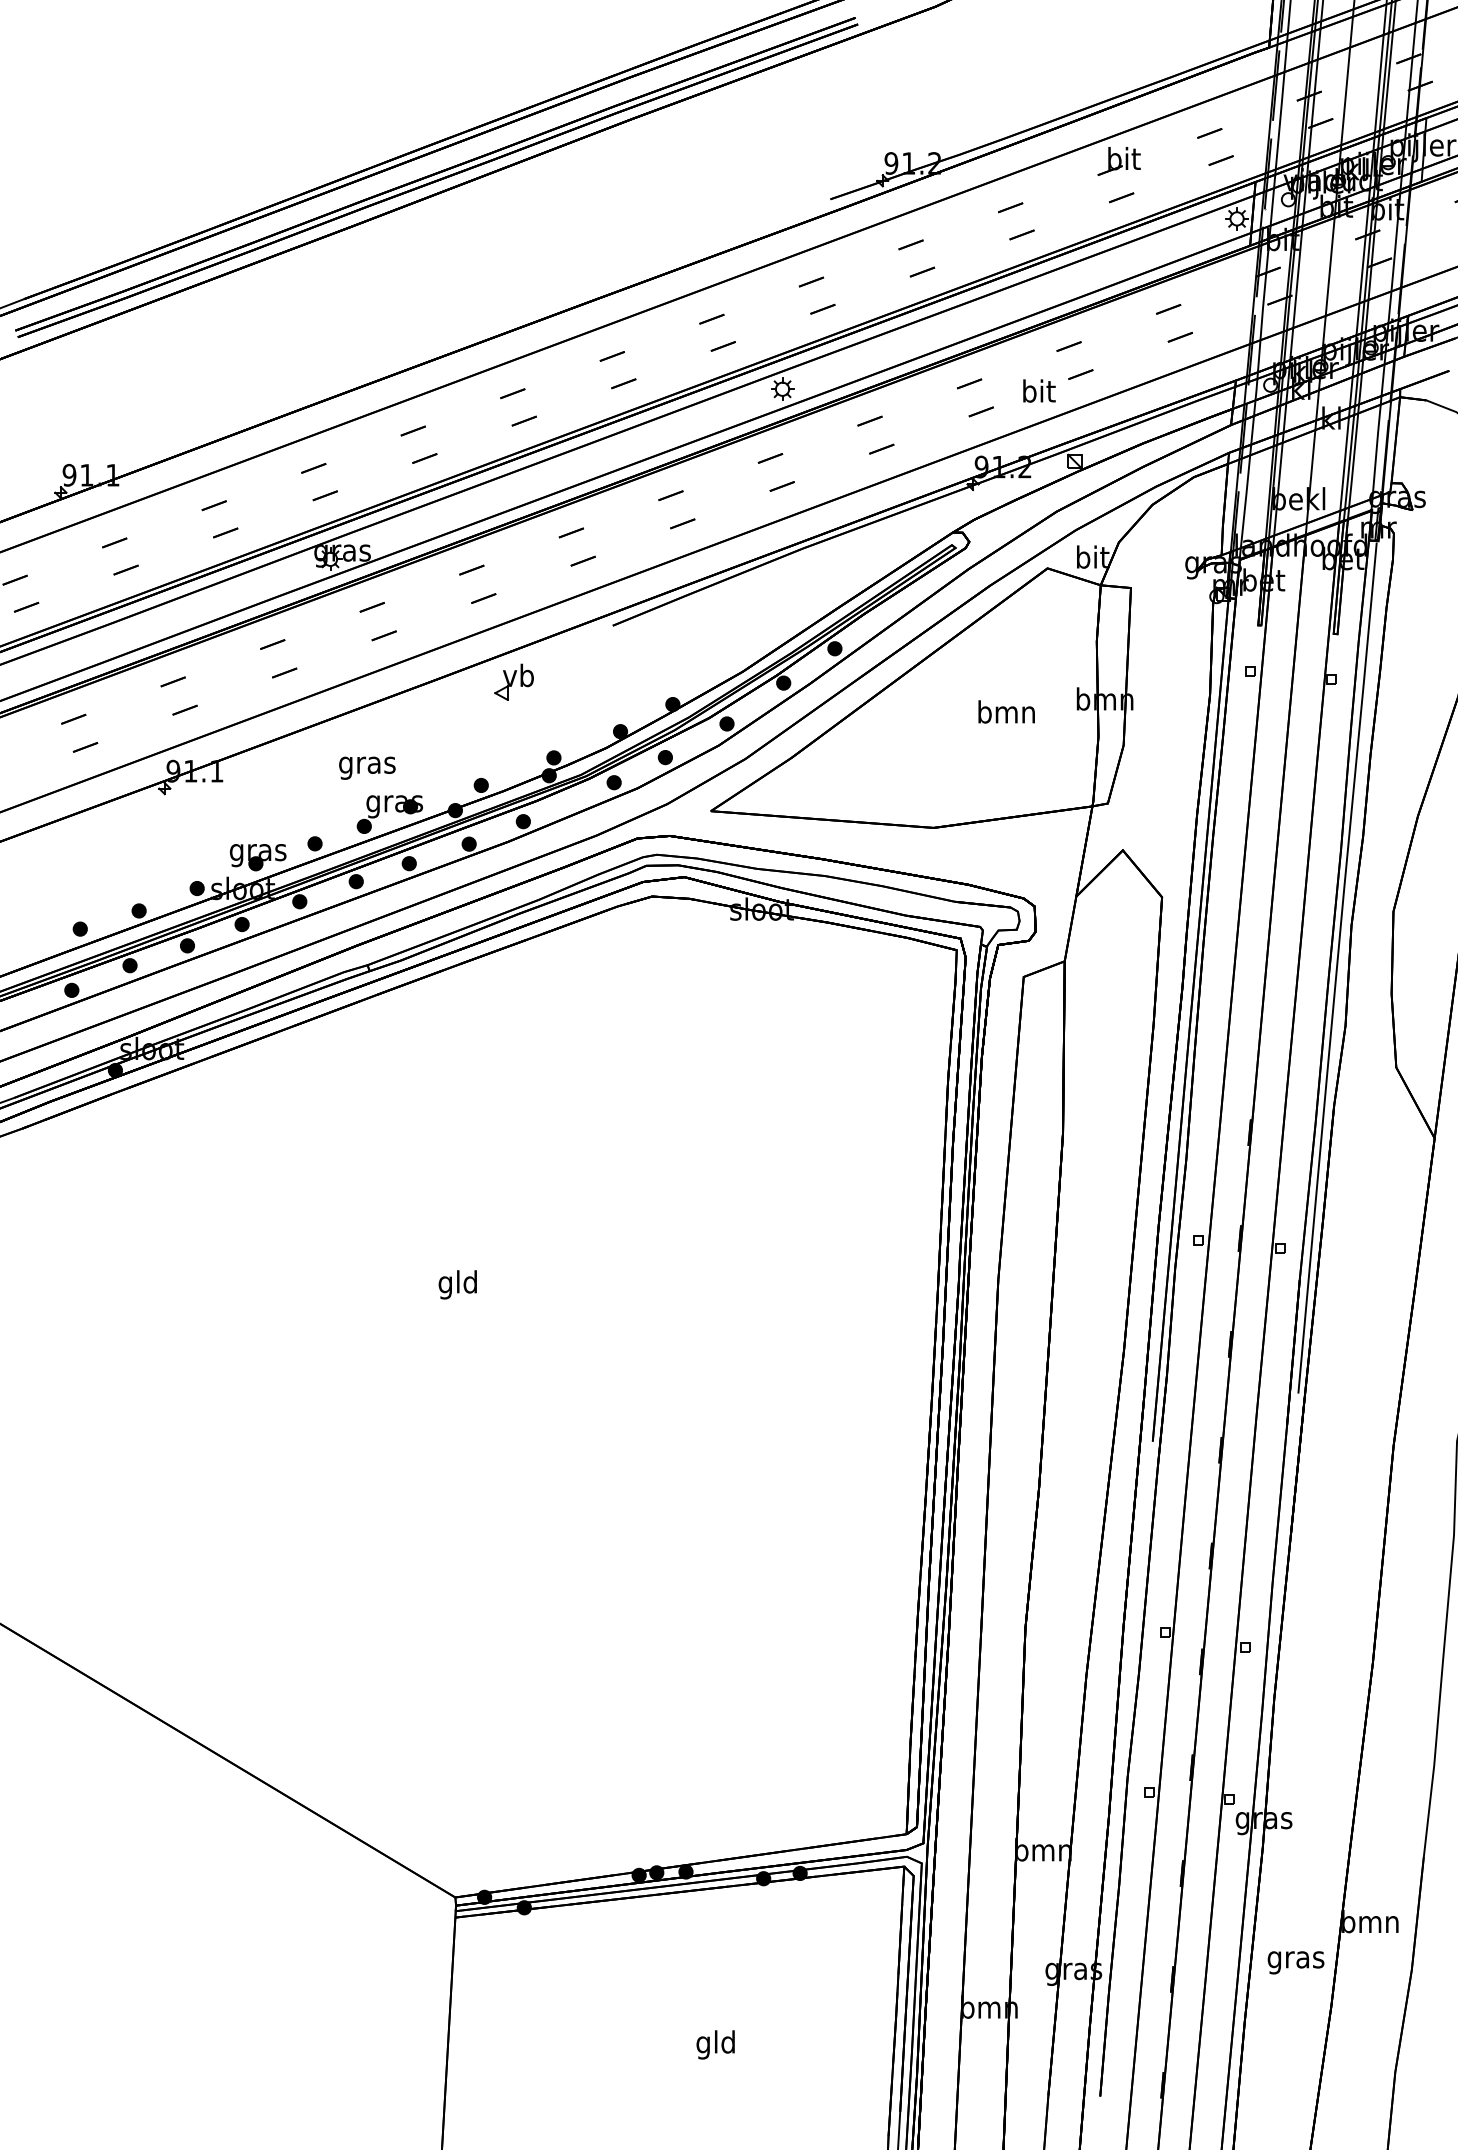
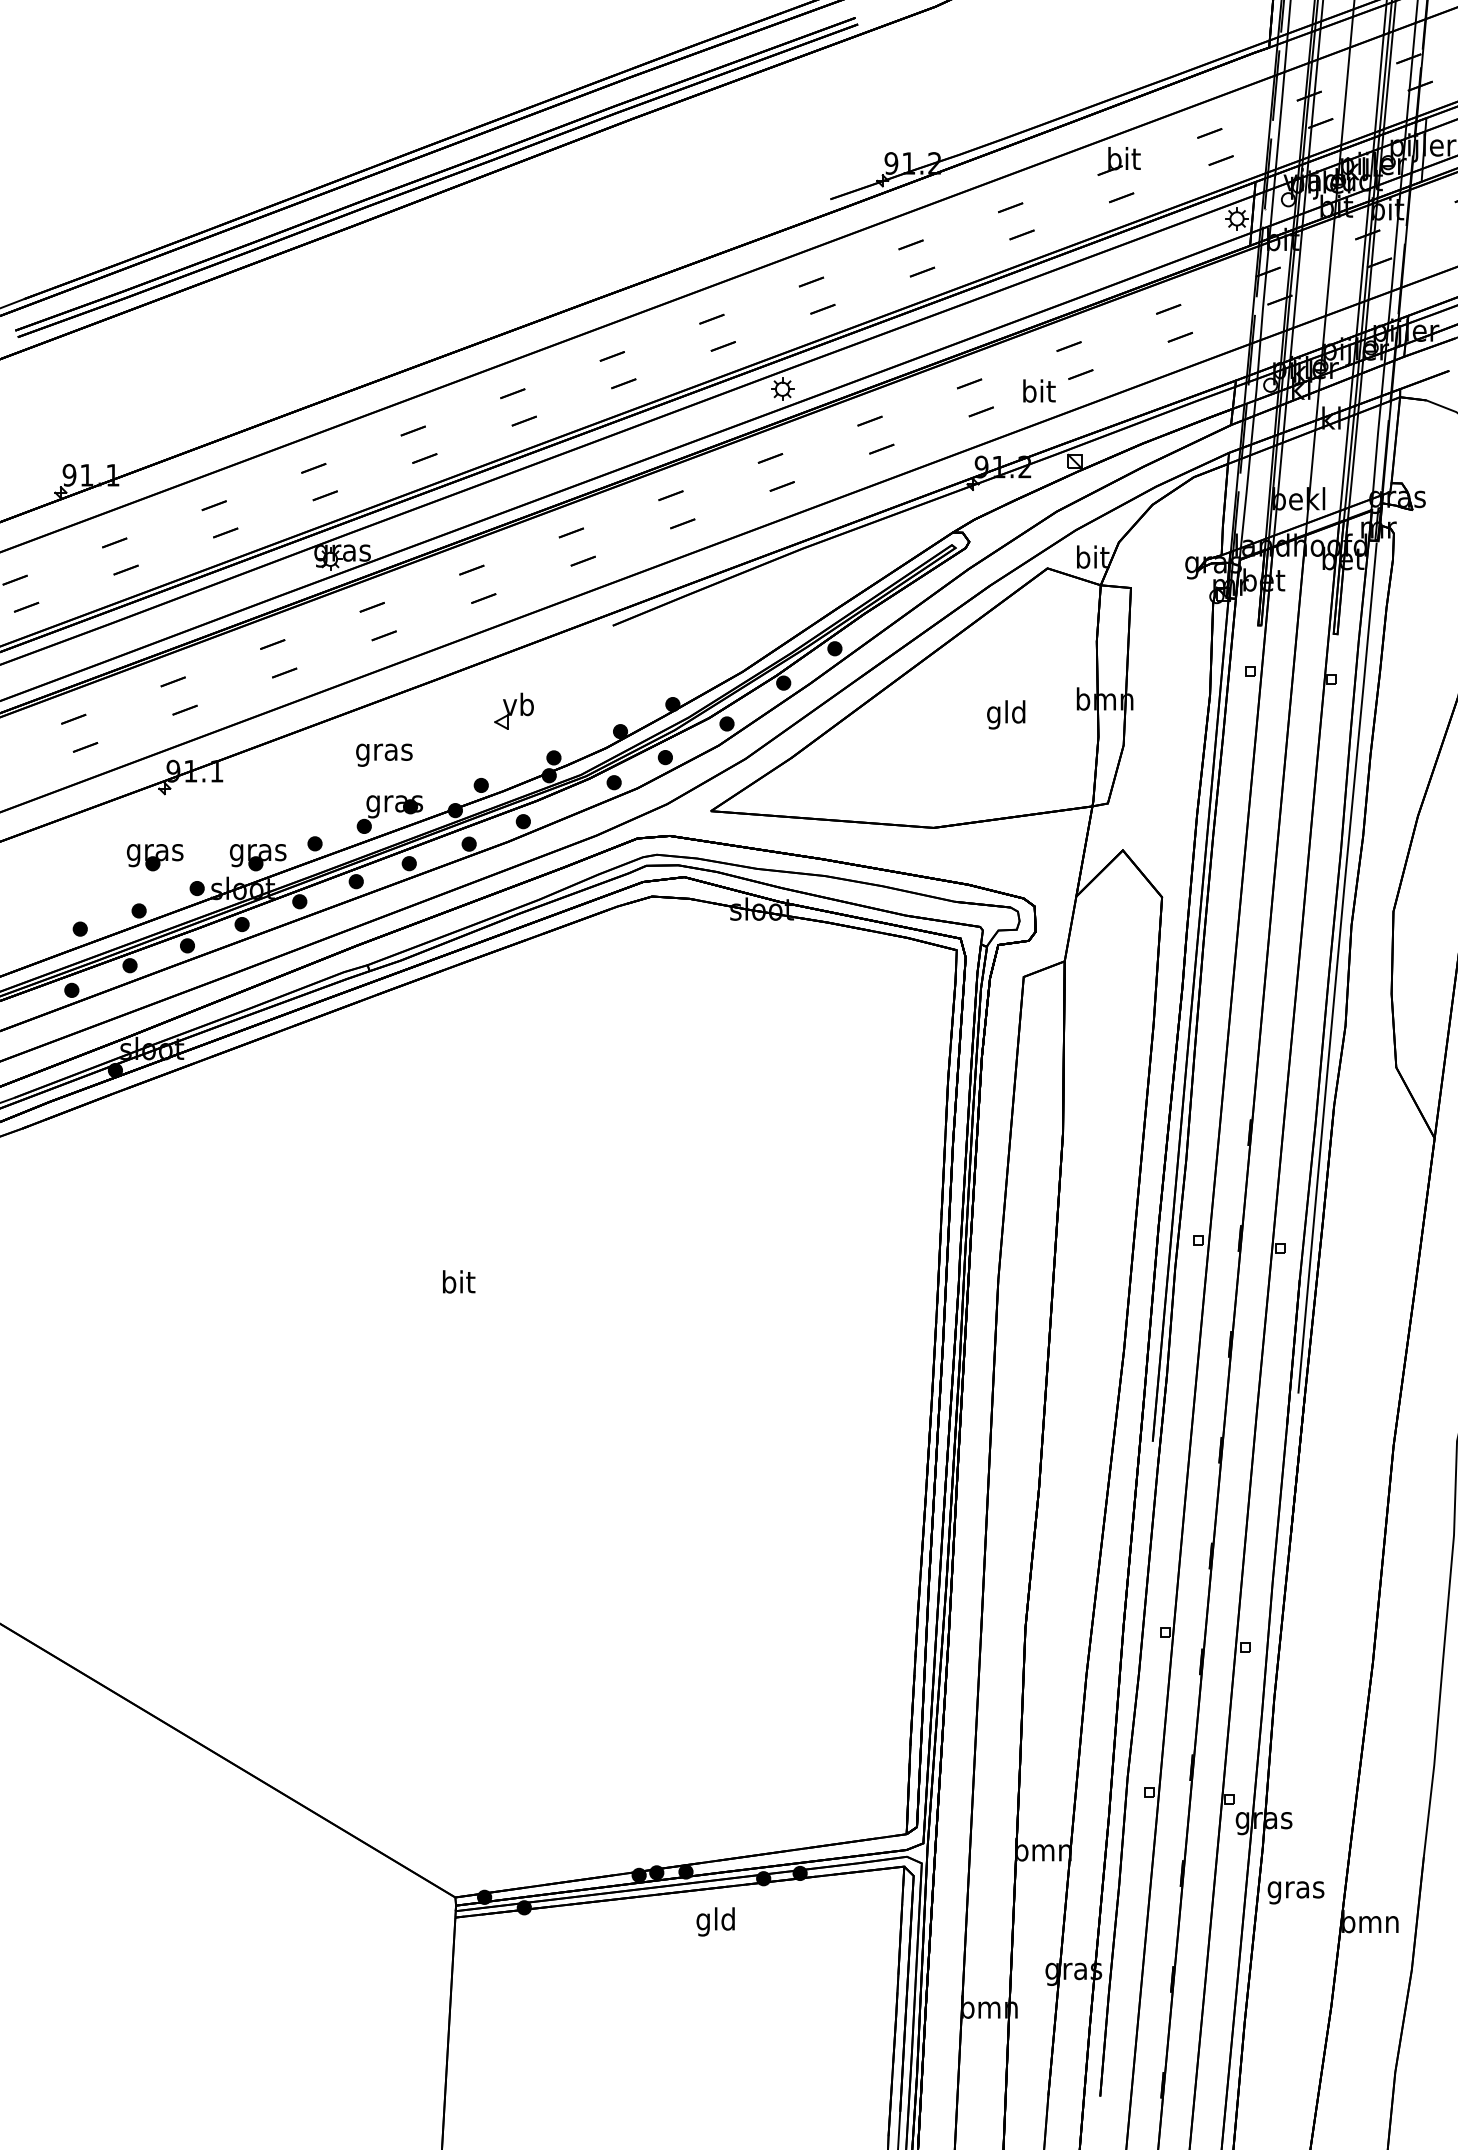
part at (513, 681) position: (513, 681) -> (513, 710)
text at (1006, 714): bmn -> gld
text at (367, 767) position: (367, 767) -> (384, 754)
part at (155, 857): none -> present
text at (457, 1284): gld -> bit
text at (1295, 1962) position: (1295, 1962) -> (1295, 1892)
text at (715, 2044) position: (715, 2044) -> (715, 1921)
